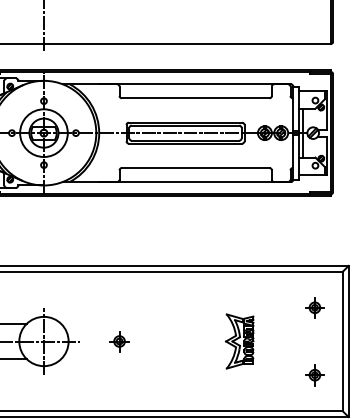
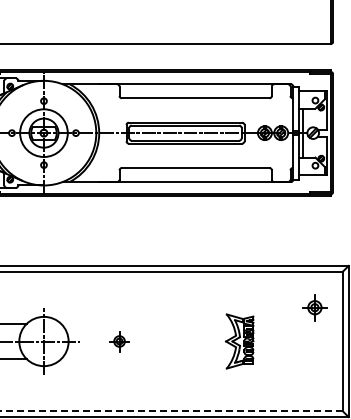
line at (43, 26): present -> none
part at (314, 307) size: 20x22 px -> 26x28 px
part at (314, 375): present -> none
line at (171, 411): solid -> dashed
